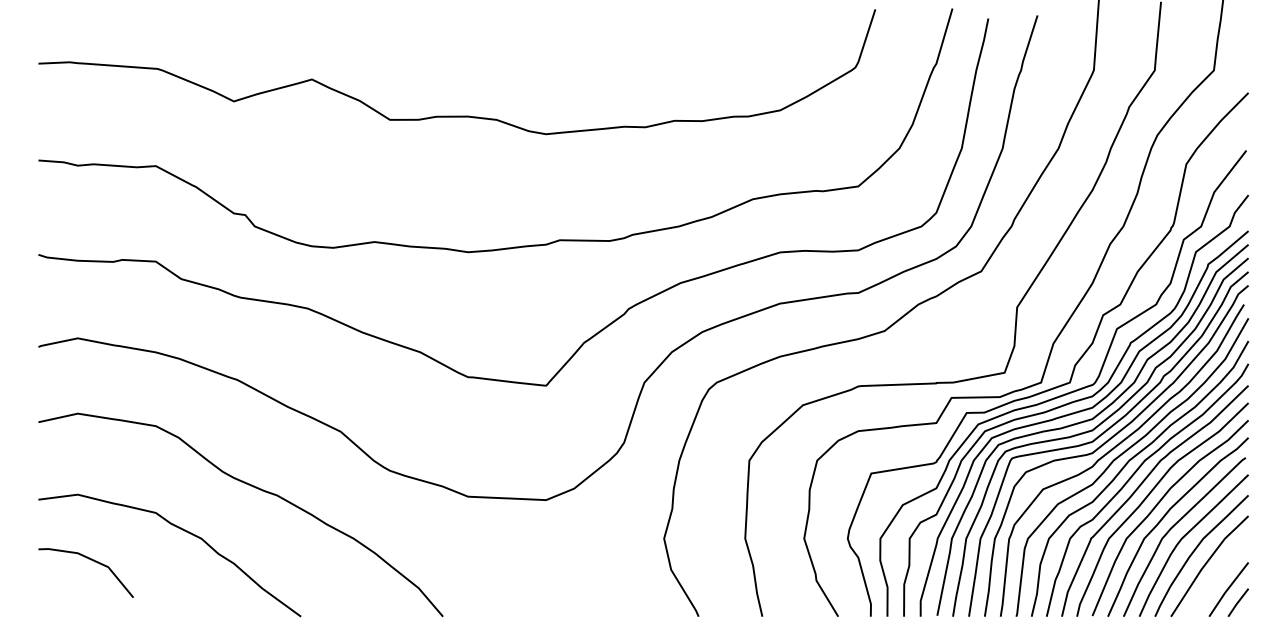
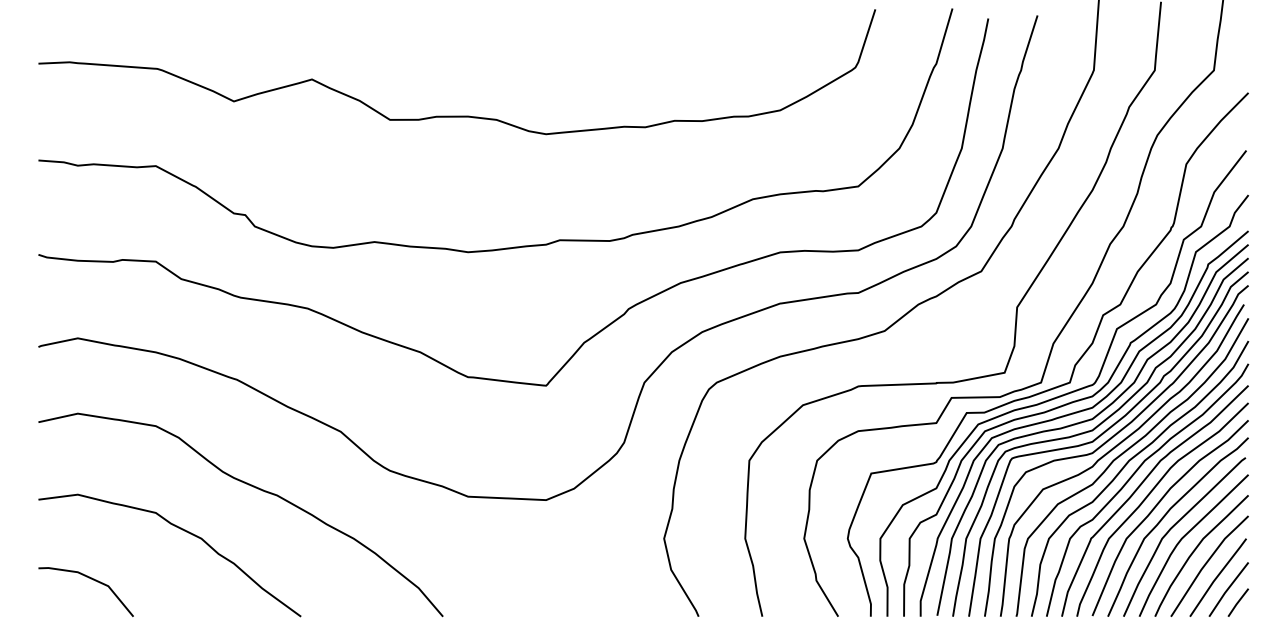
line at (88, 559) position: (88, 559) -> (88, 578)
line at (1217, 577): none -> present
